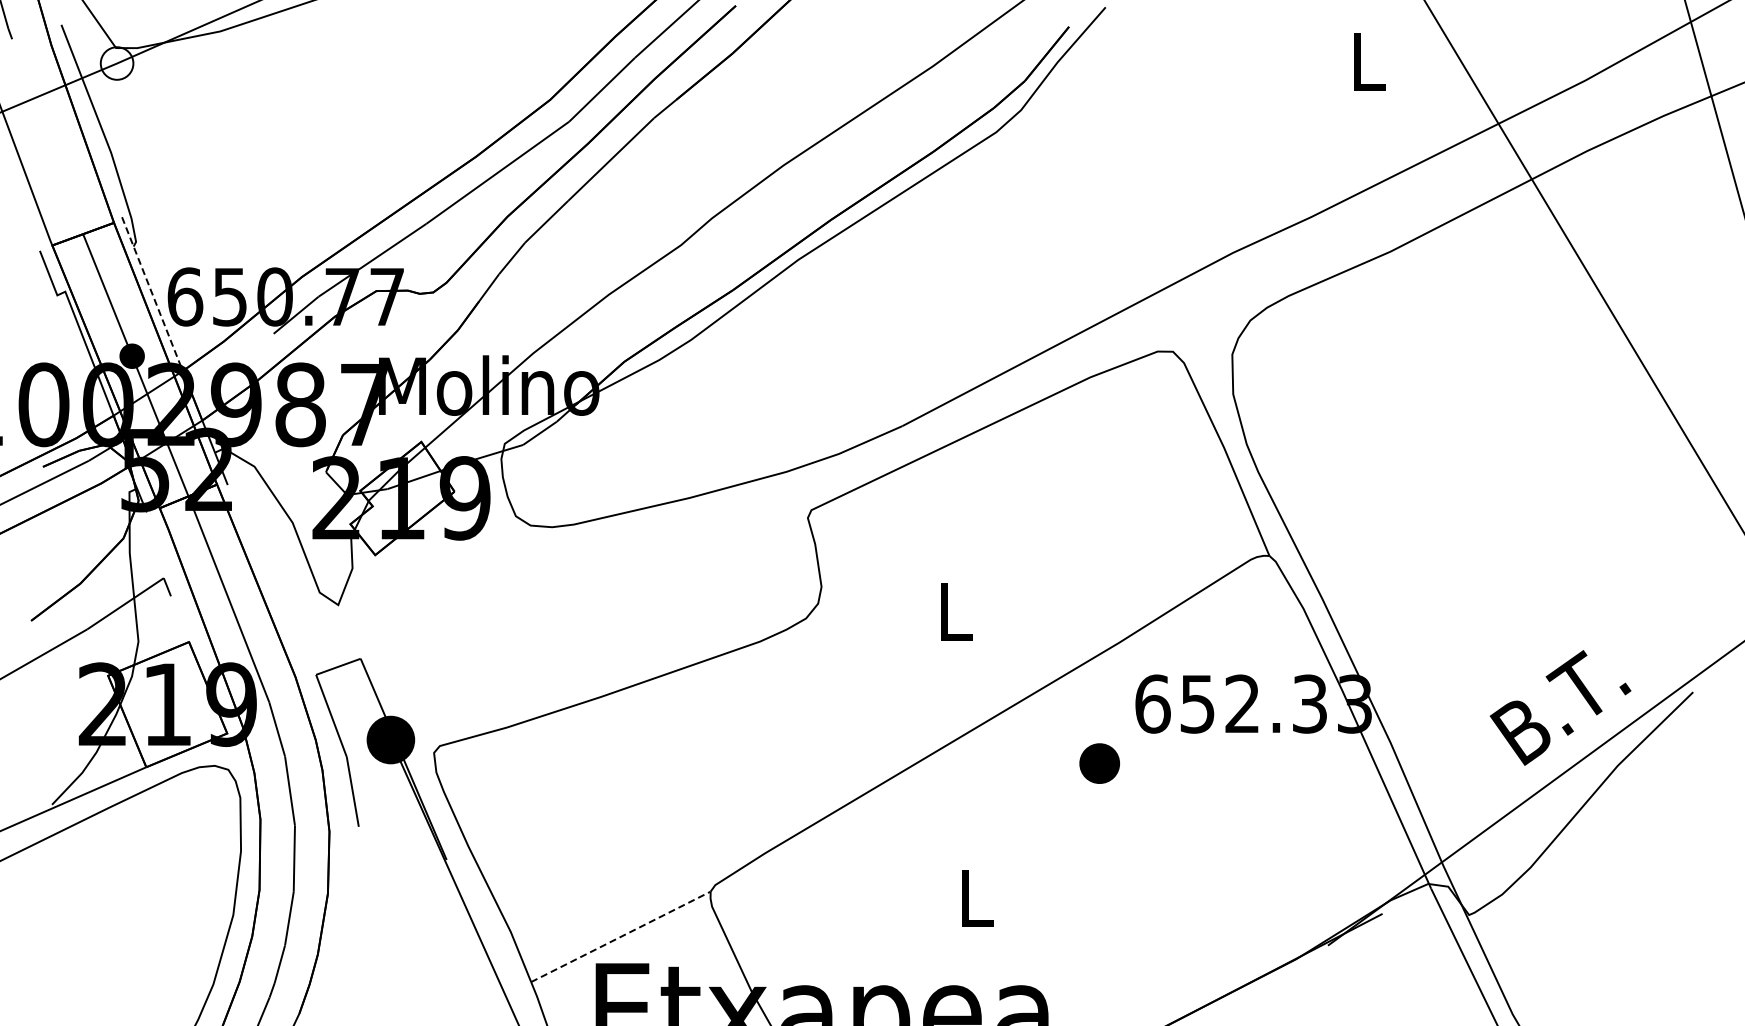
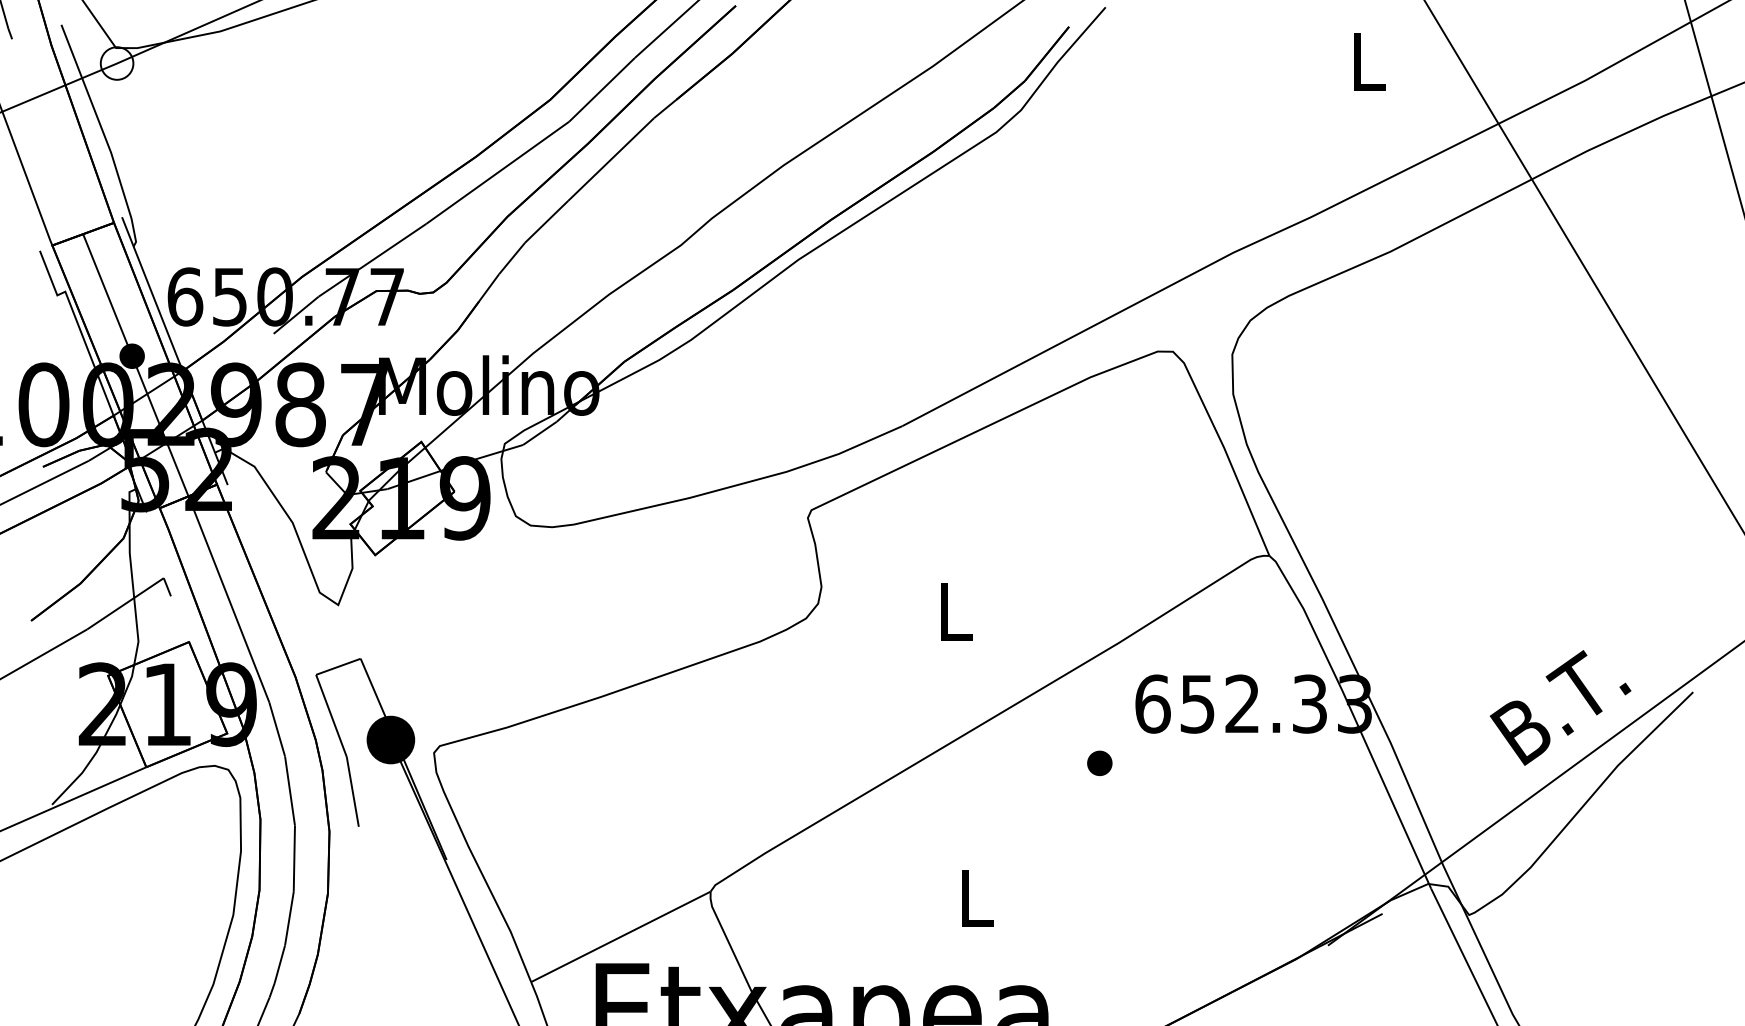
line at (152, 294): dashed -> solid
part at (1099, 763) size: 41x41 px -> 26x26 px
line at (621, 936): dashed -> solid
